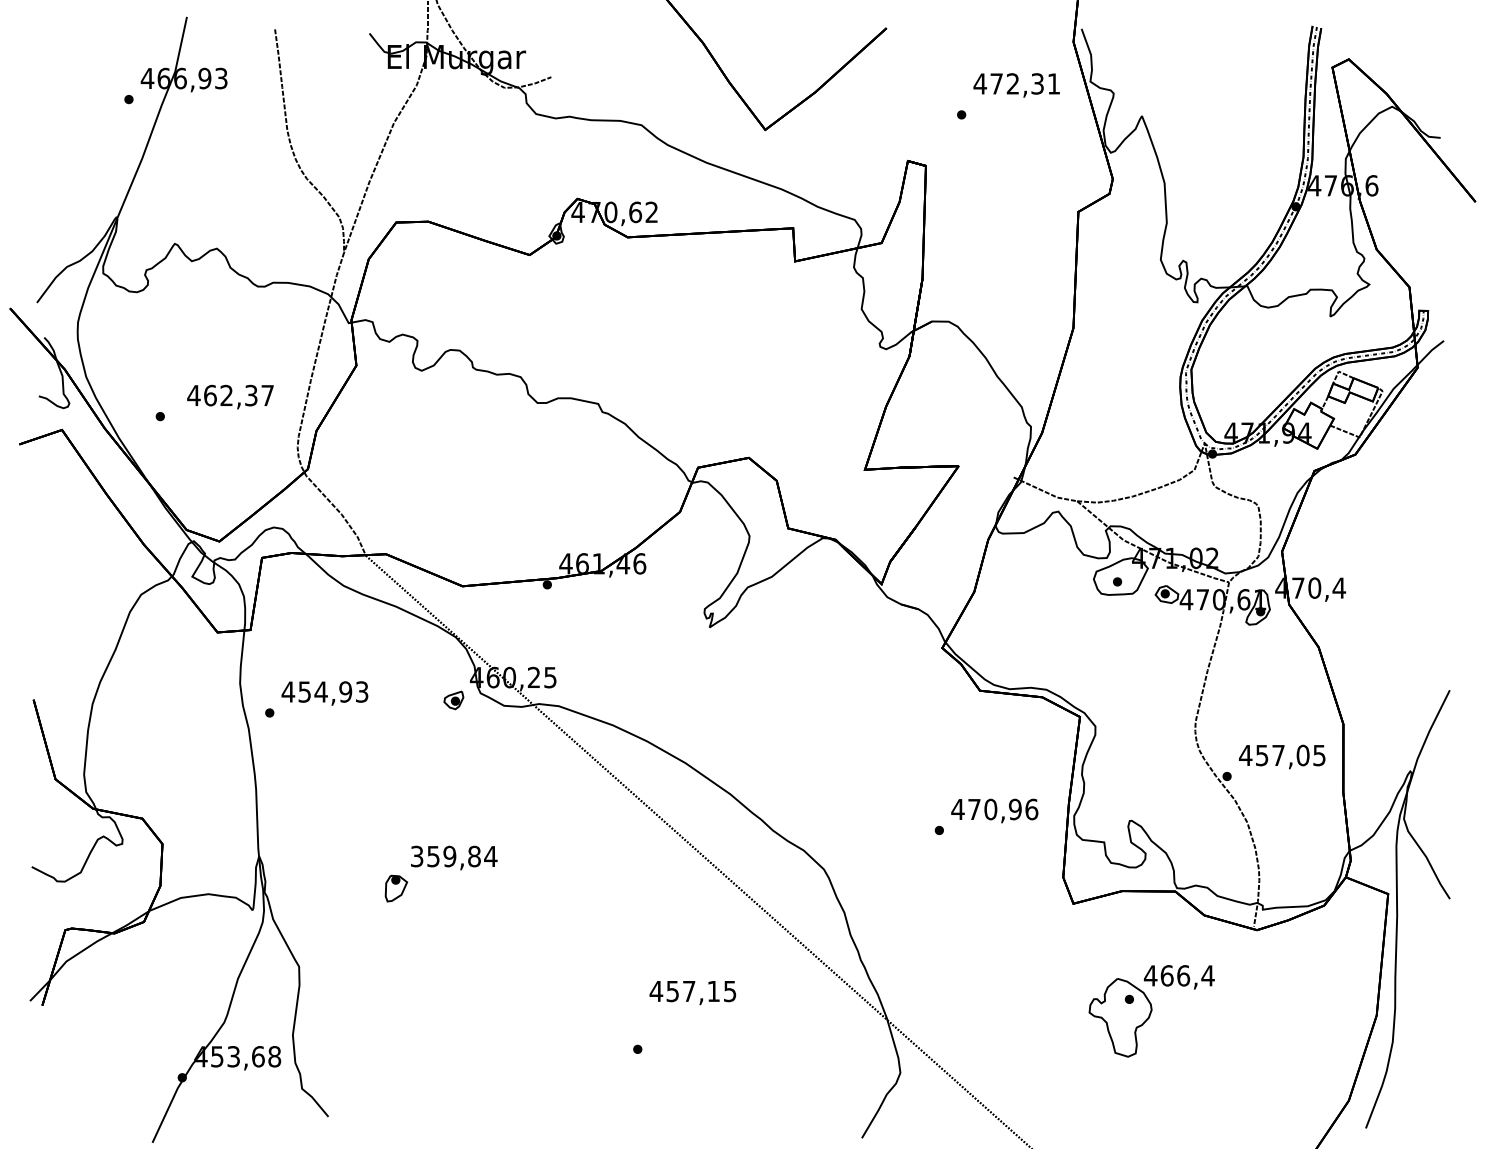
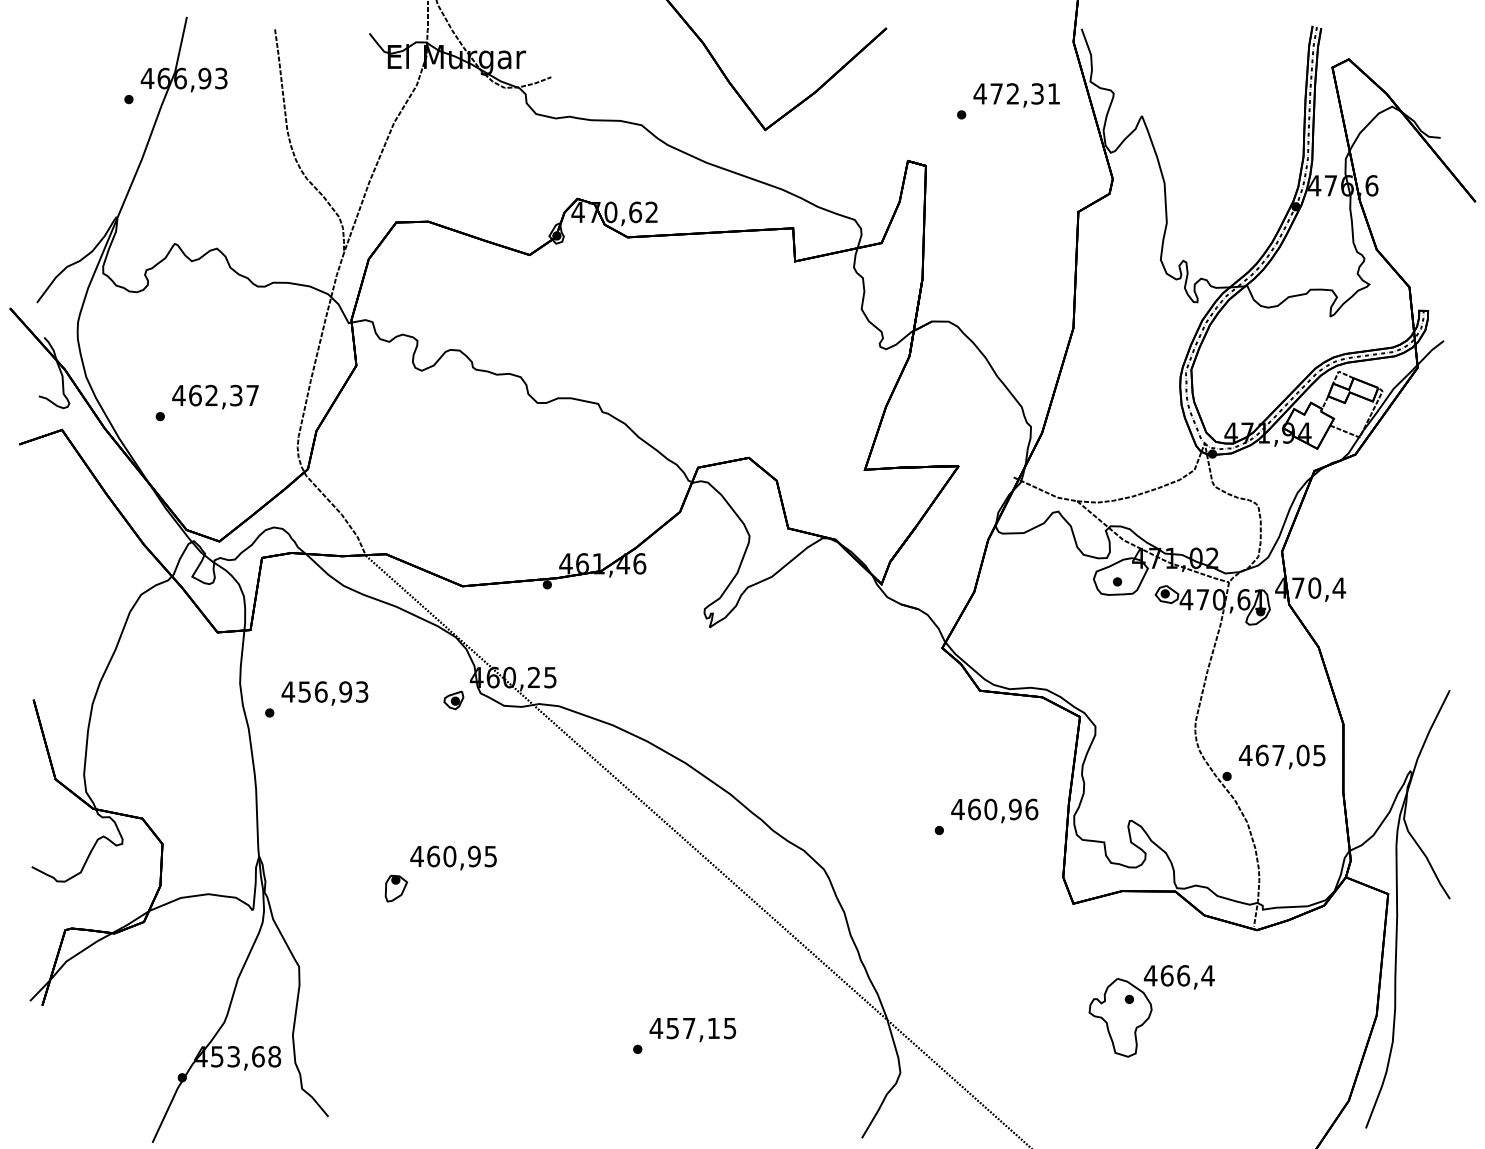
text at (1016, 85) position: (1016, 85) -> (1016, 95)
text at (230, 396) position: (230, 396) -> (215, 396)
text at (320, 691): 454,93 -> 456,93
text at (1261, 755): 457,05 -> 467,05
text at (974, 809): 470,96 -> 460,96
text at (453, 856): 359,84 -> 460,95
text at (692, 993) position: (692, 993) -> (692, 1030)
